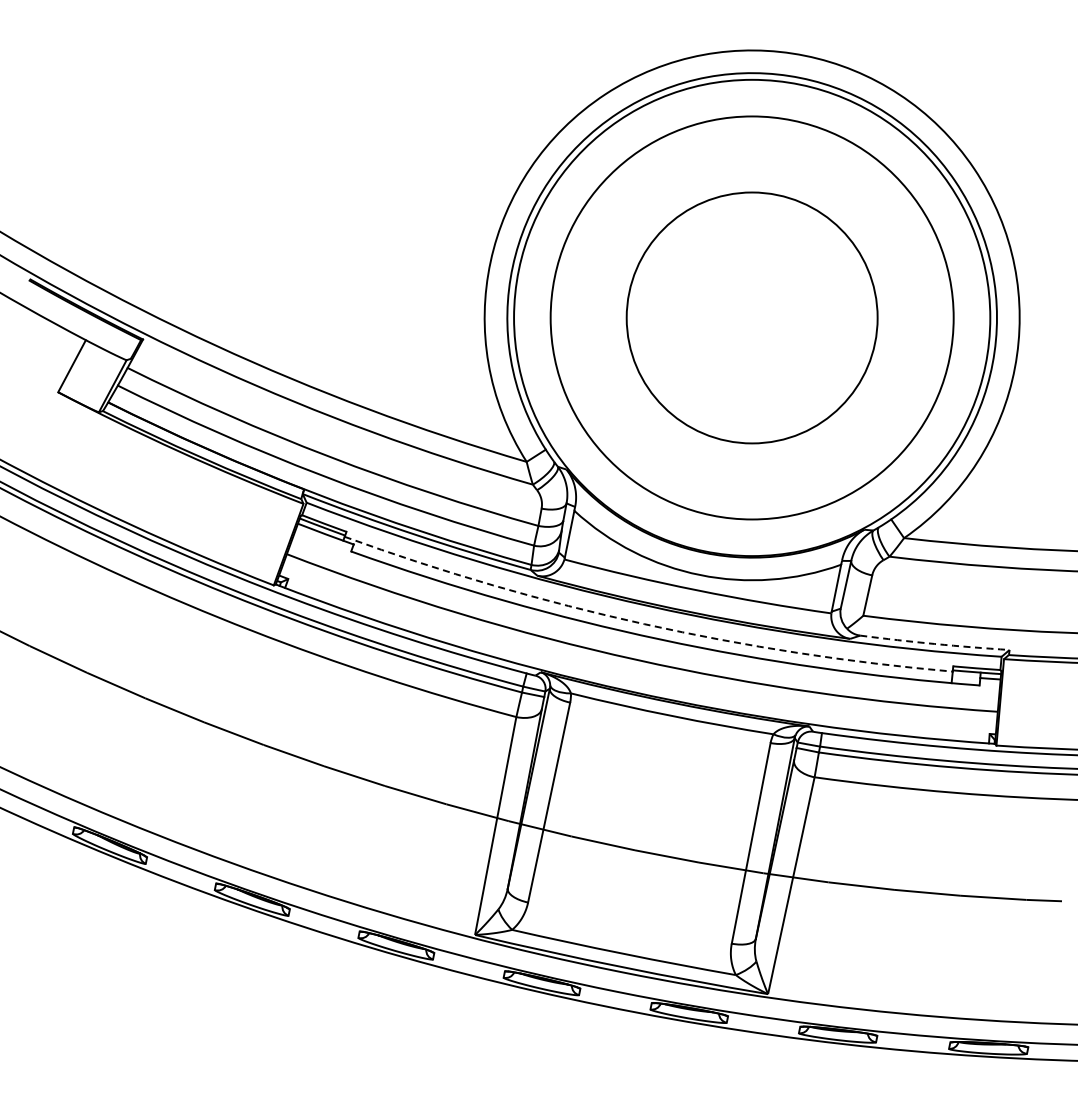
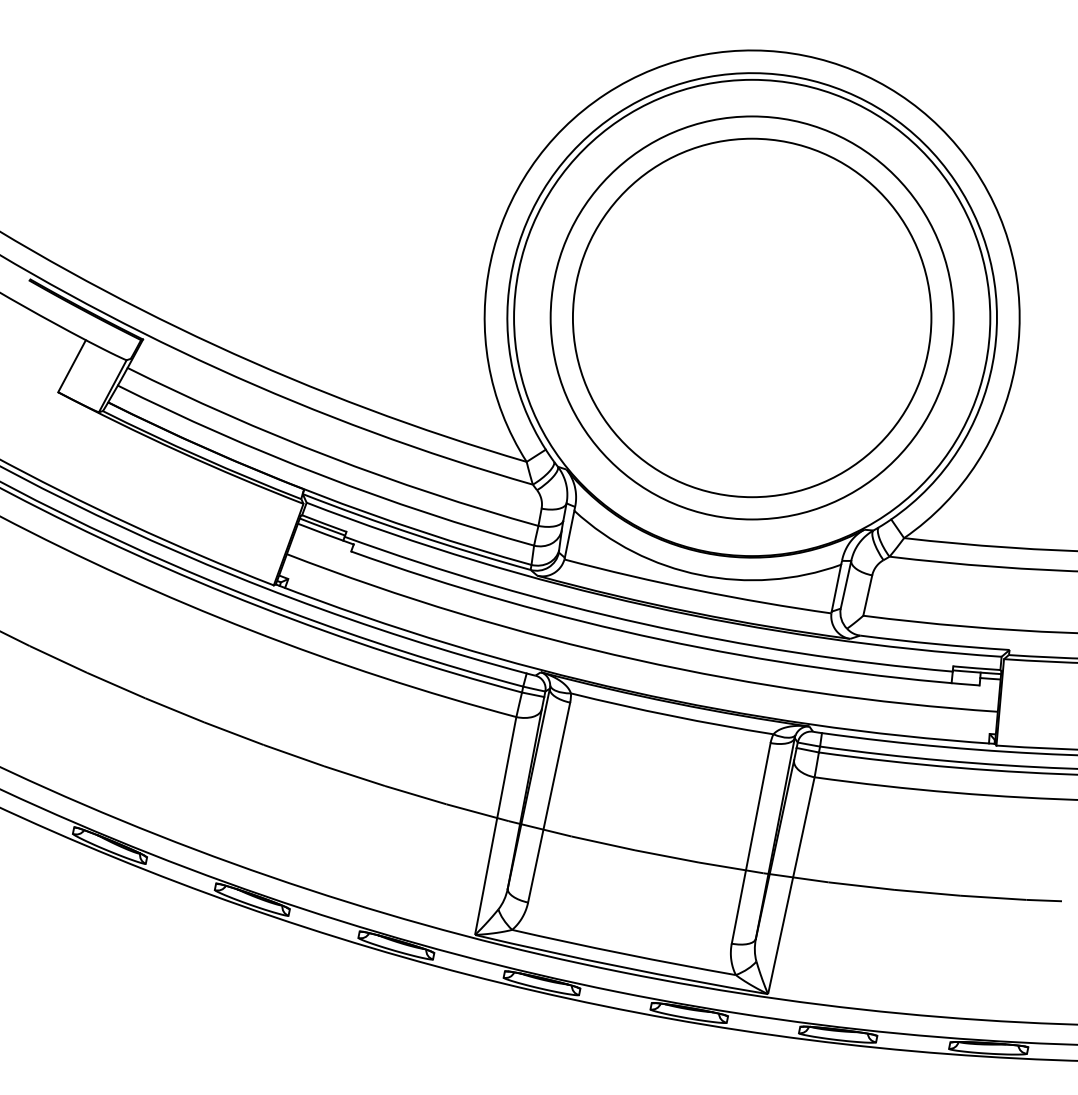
circle at (751, 317) diameter: 251 px -> 358 px
arc at (644, 624): dashed -> solid
arc at (934, 643): dashed -> solid
